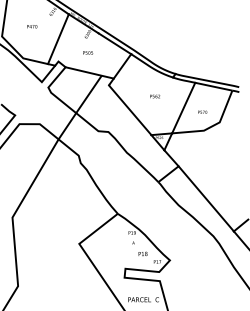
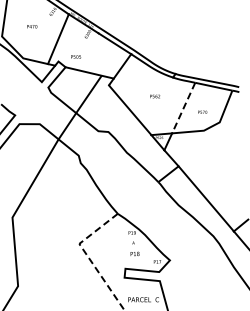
text at (88, 52) position: (88, 52) -> (76, 56)
line at (183, 108): solid -> dashed
text at (142, 253) position: (142, 253) -> (134, 253)
line at (88, 257): solid -> dashed
